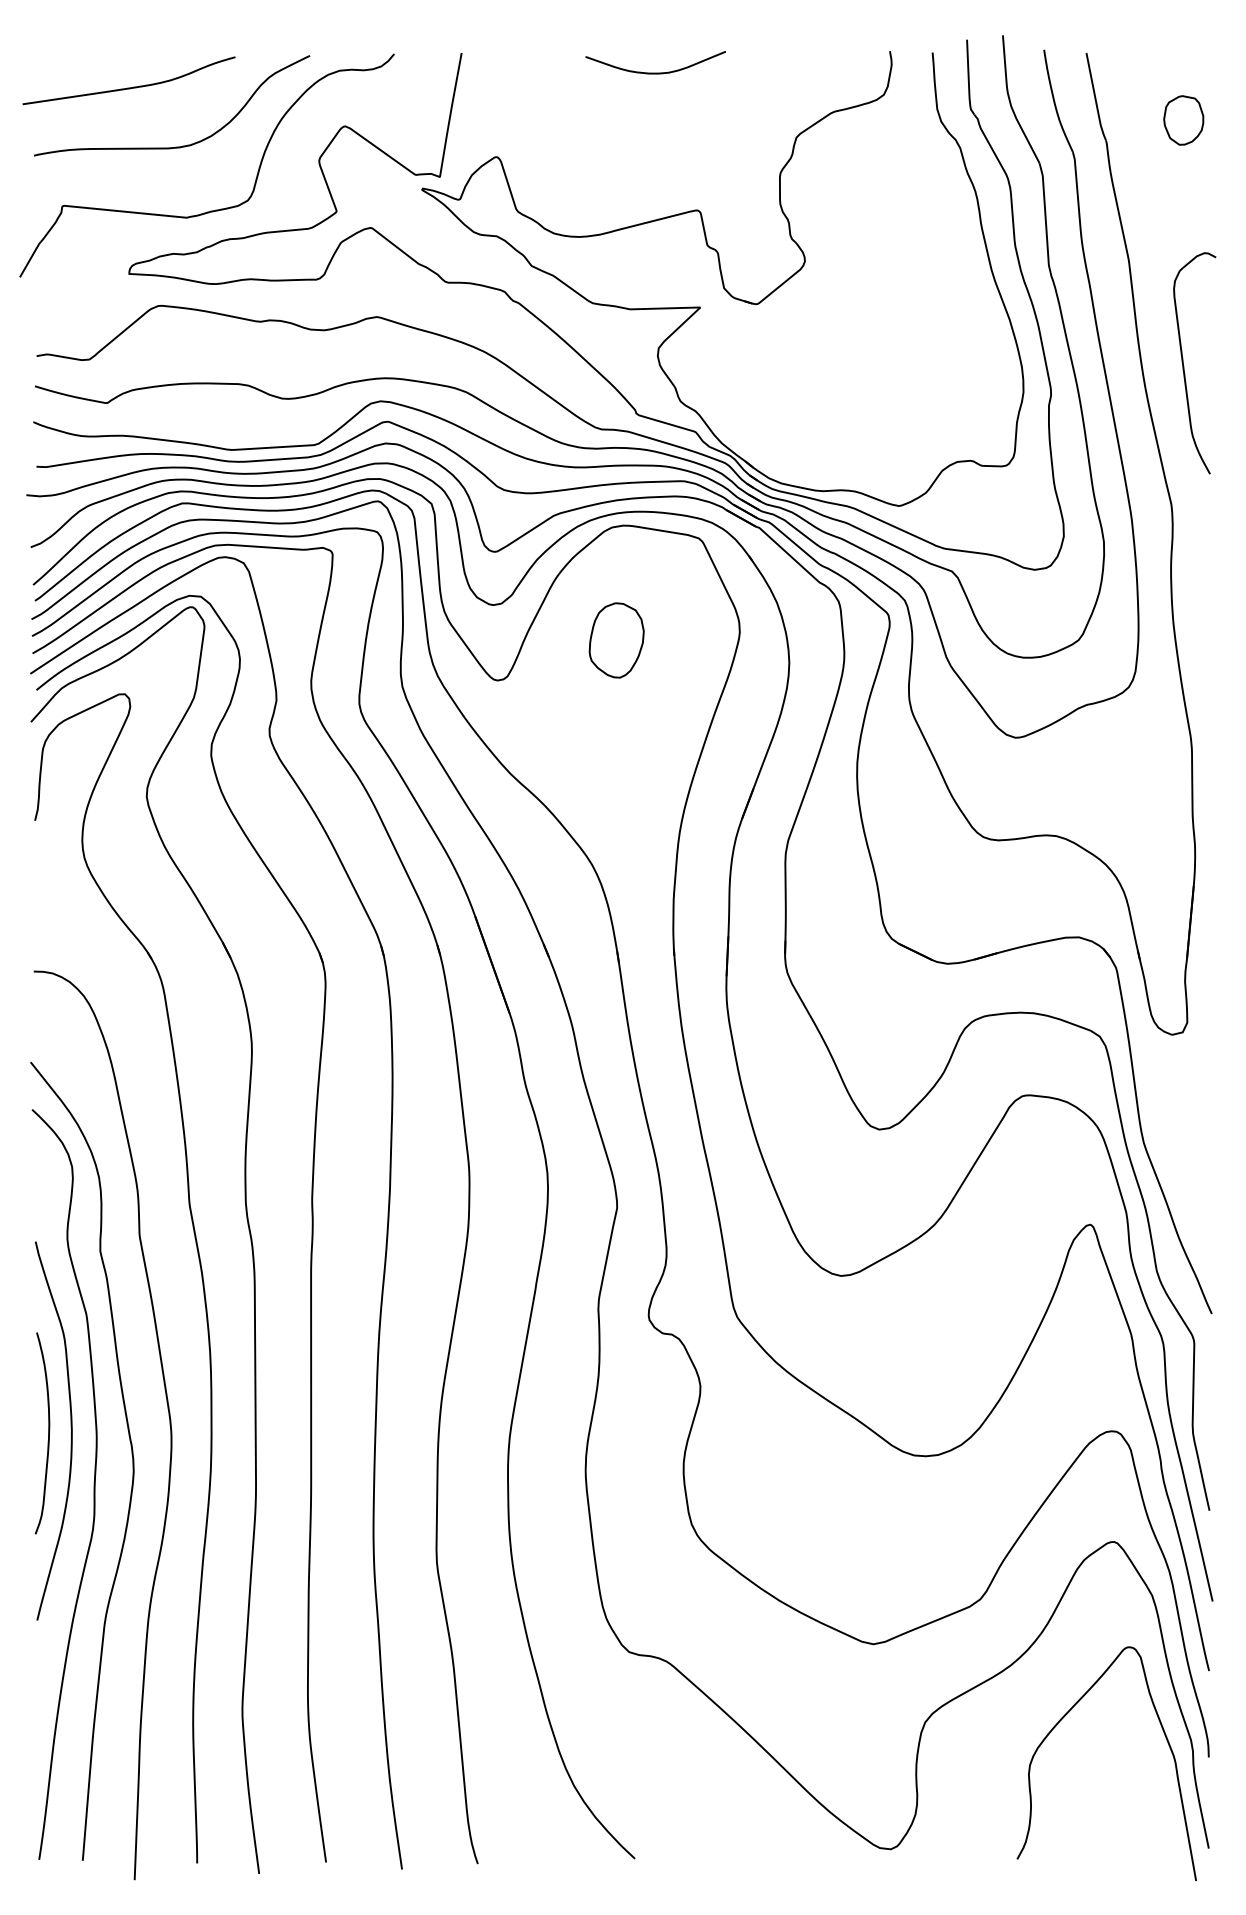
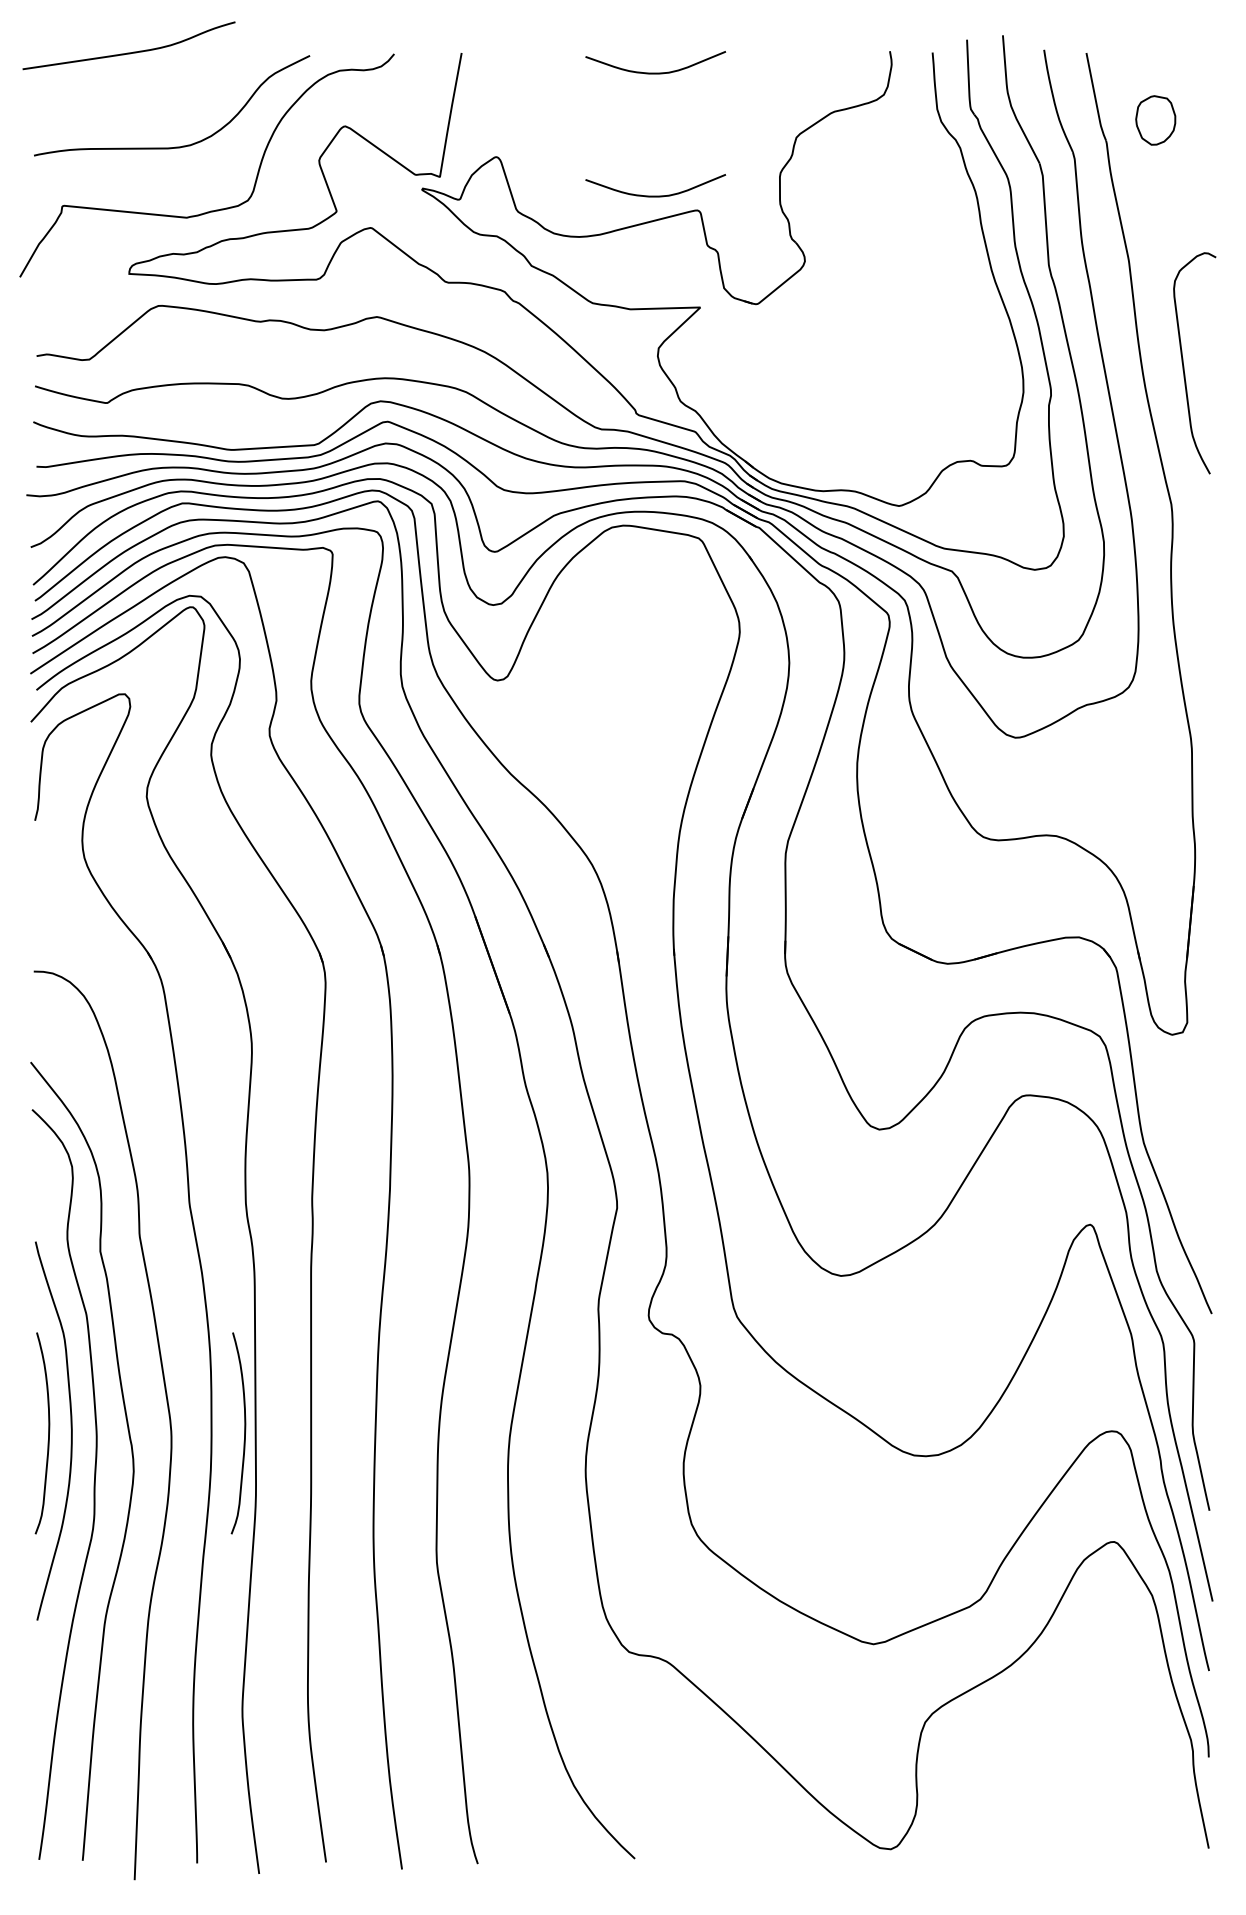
curve at (128, 87) position: (128, 87) -> (128, 52)
part at (1183, 120) position: (1183, 120) -> (1155, 120)
curve at (655, 195): none -> present
part at (616, 640): present -> none
curve at (244, 1433): none -> present
curve at (1057, 1725): present -> none
